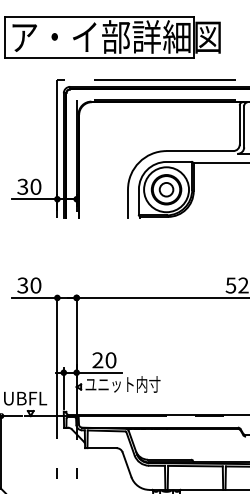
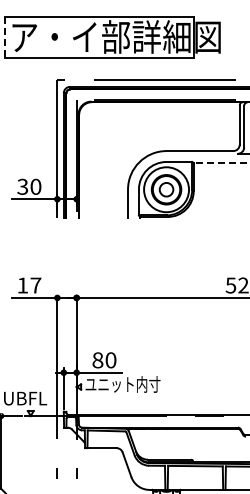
line at (5, 37): solid -> dashed
line at (221, 162): solid -> dashed
text at (29, 285): 30 -> 17
text at (97, 360): 20 -> 80
